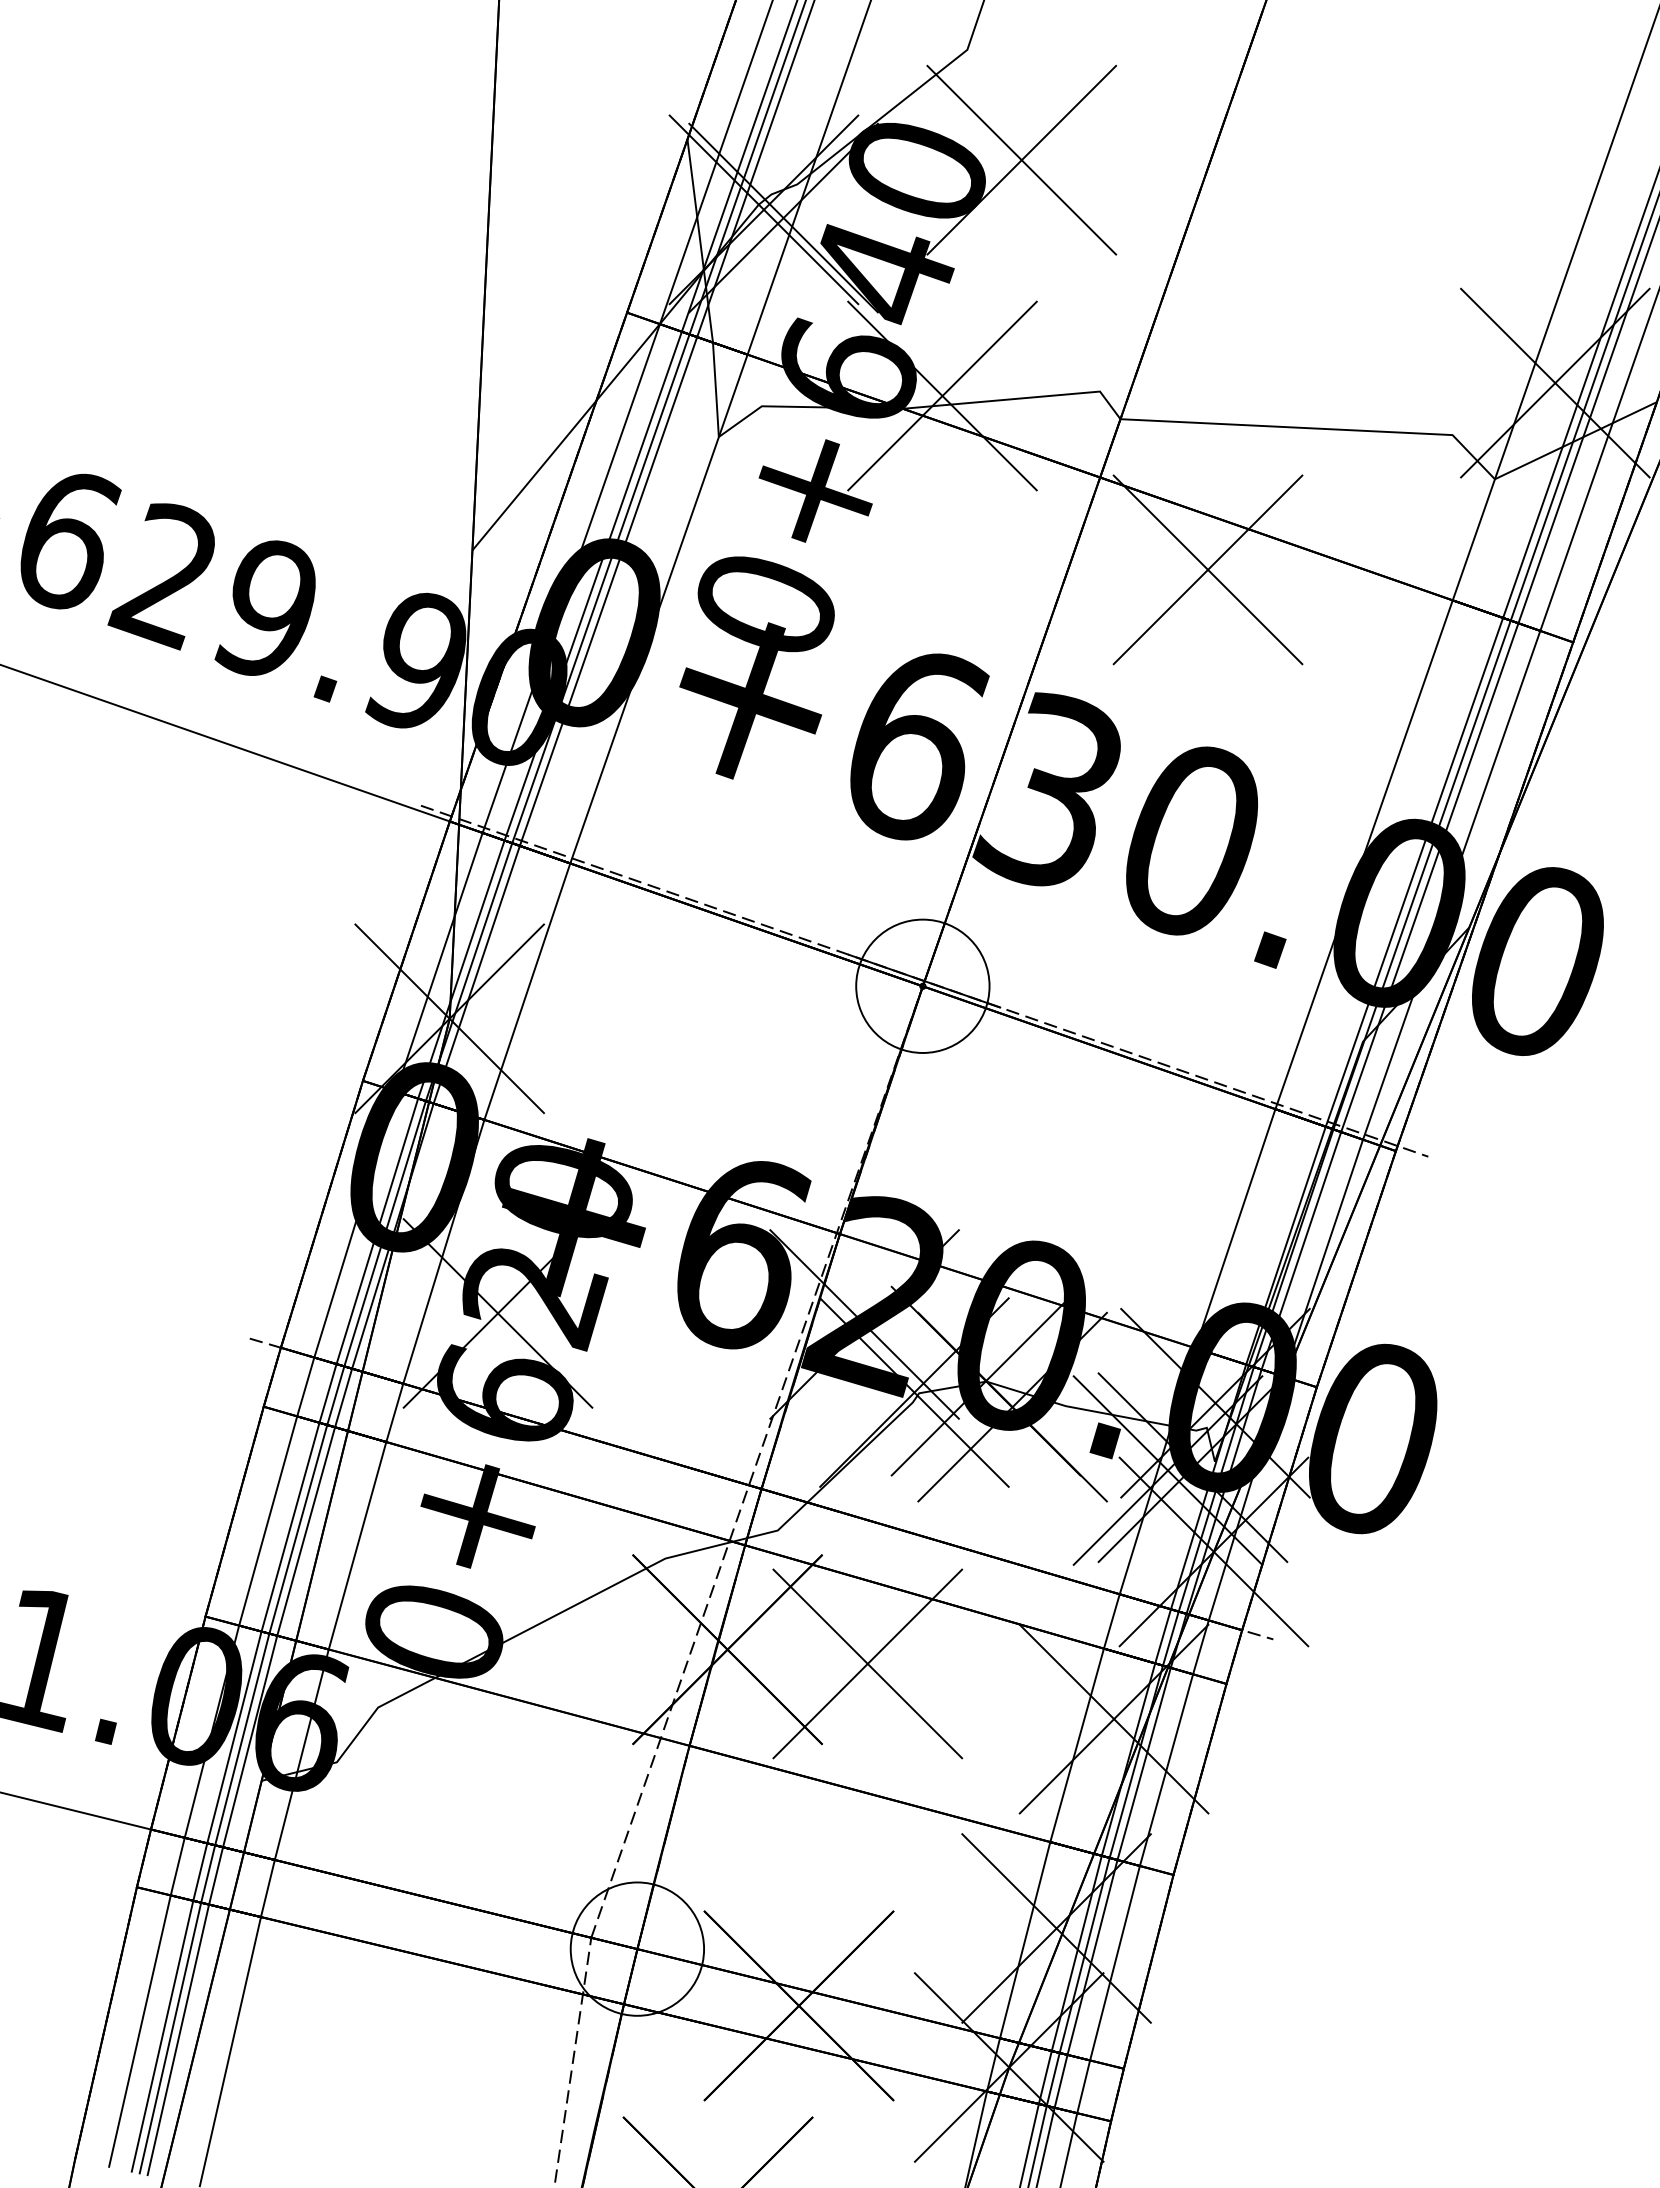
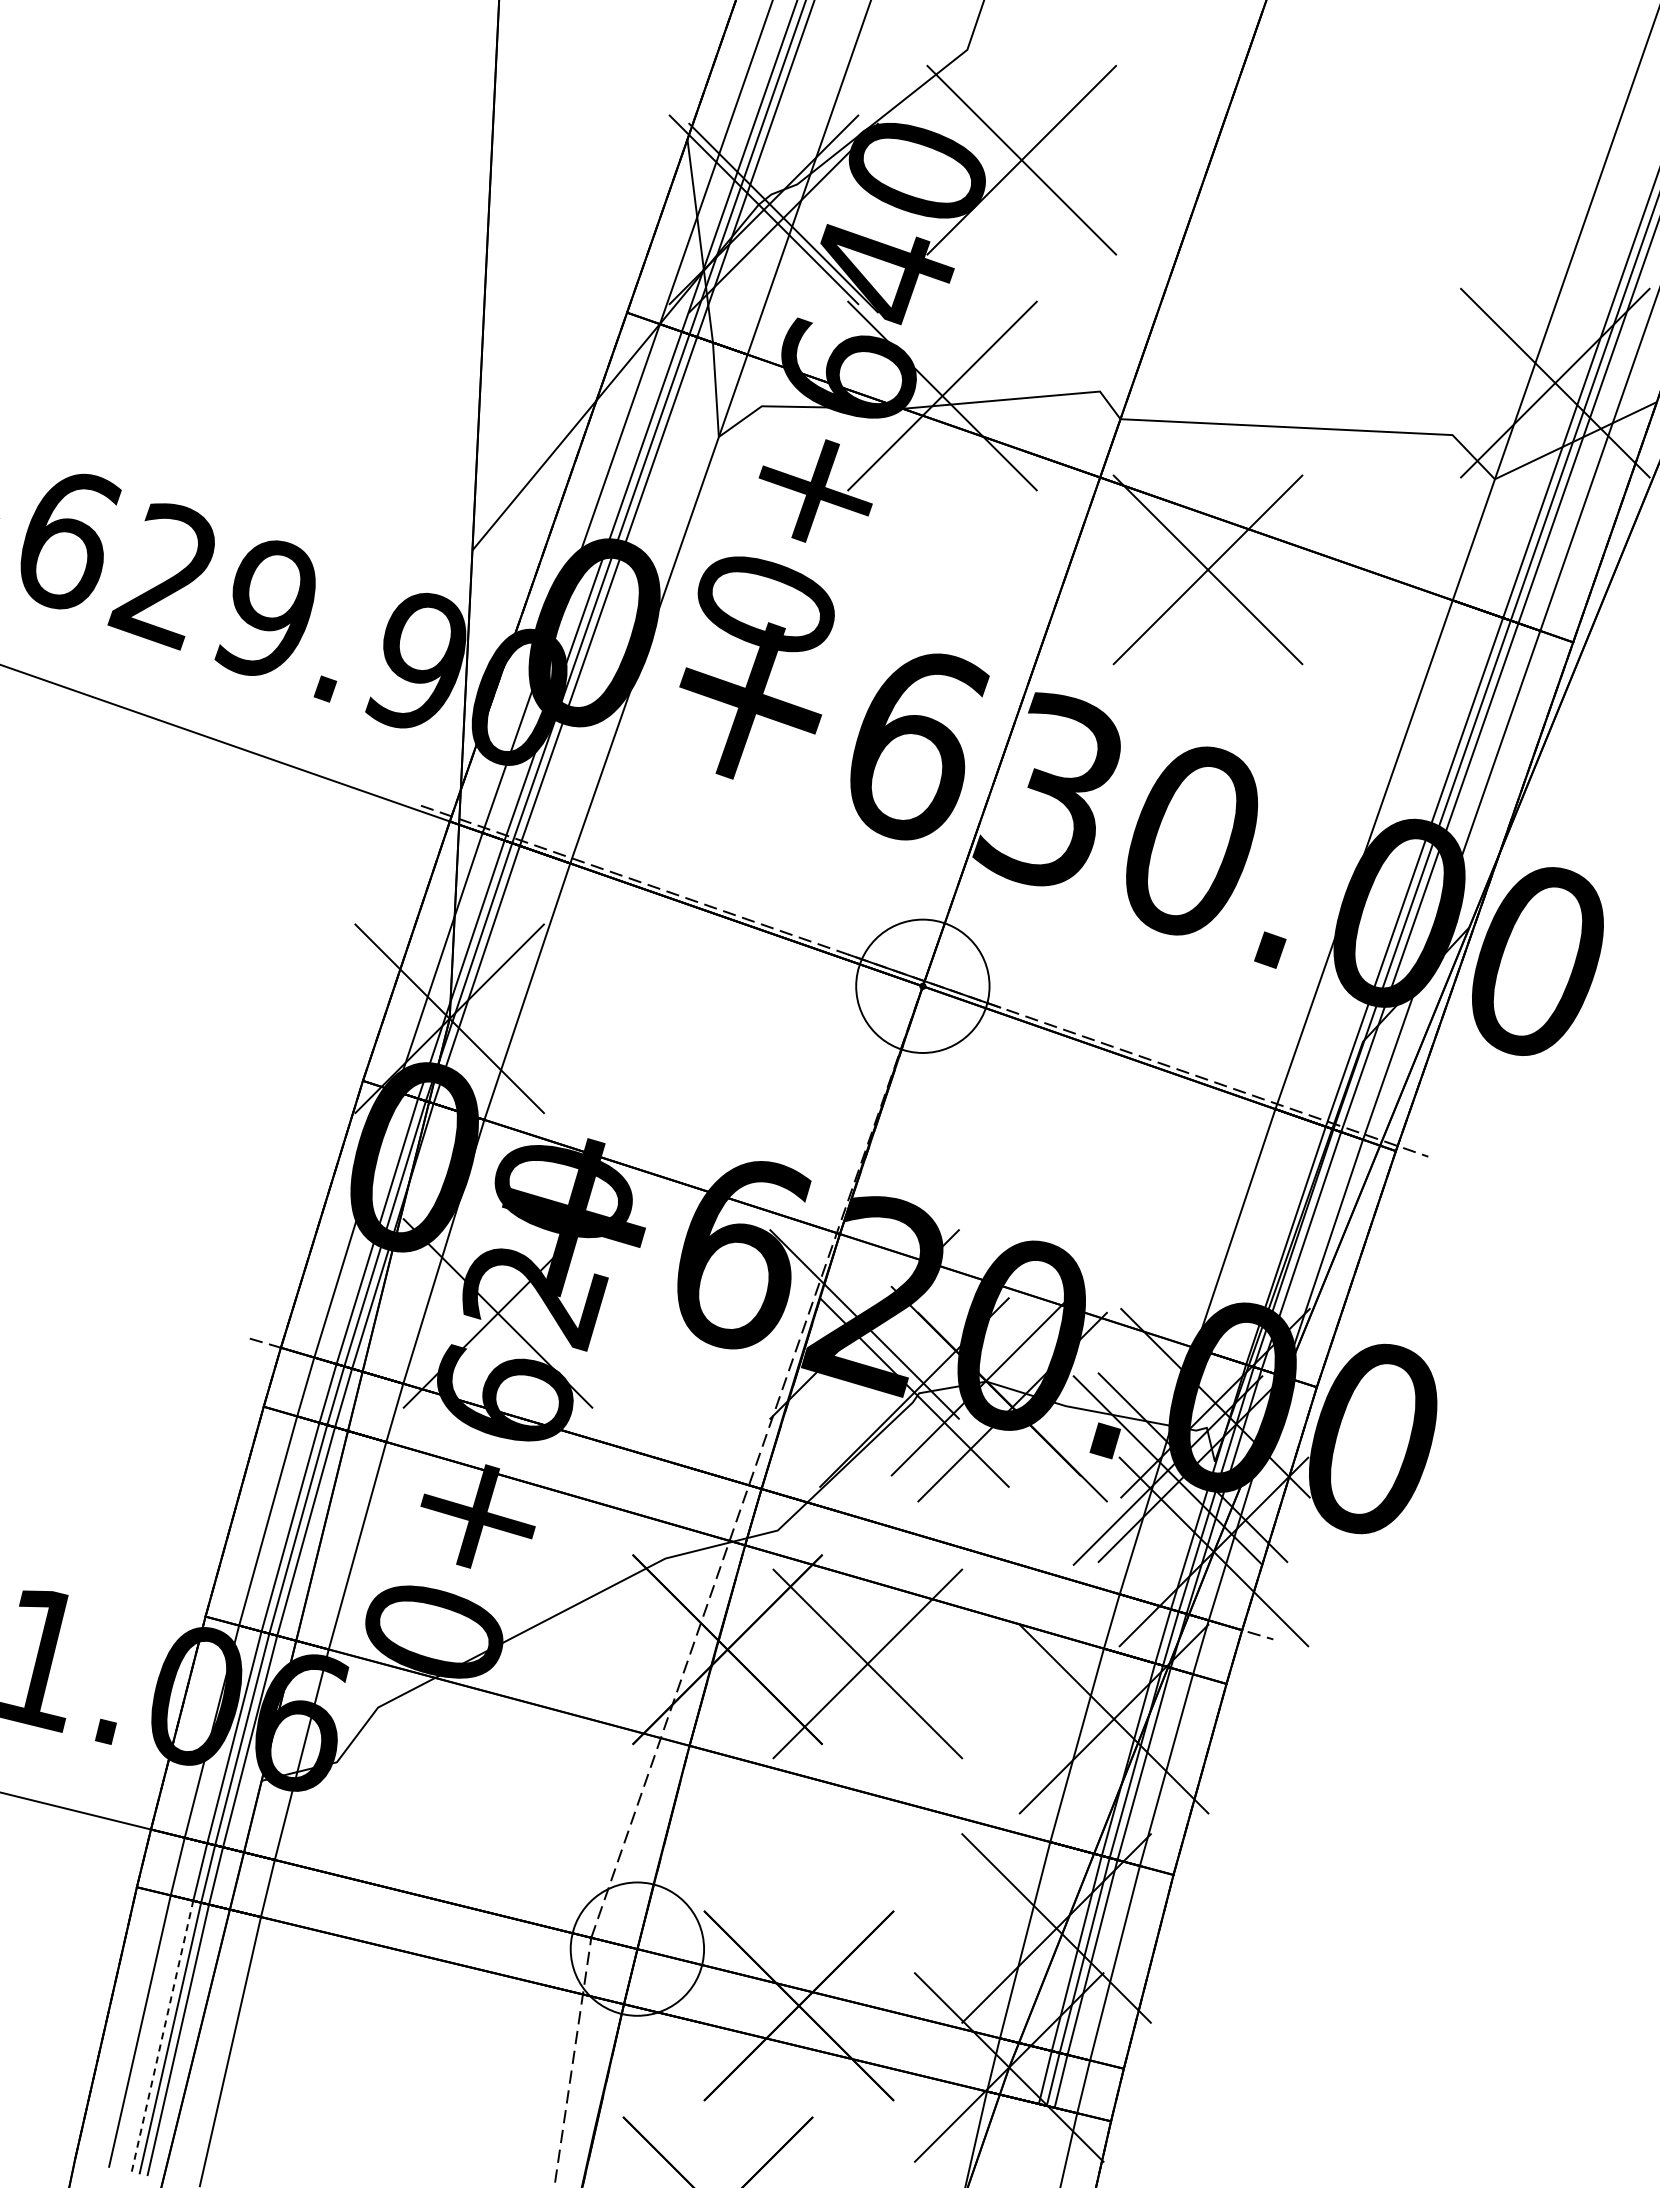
line at (162, 2036): solid -> dashed
line at (1029, 2143): present -> none
line at (1037, 2144): present -> none
line at (1045, 2145): present -> none
